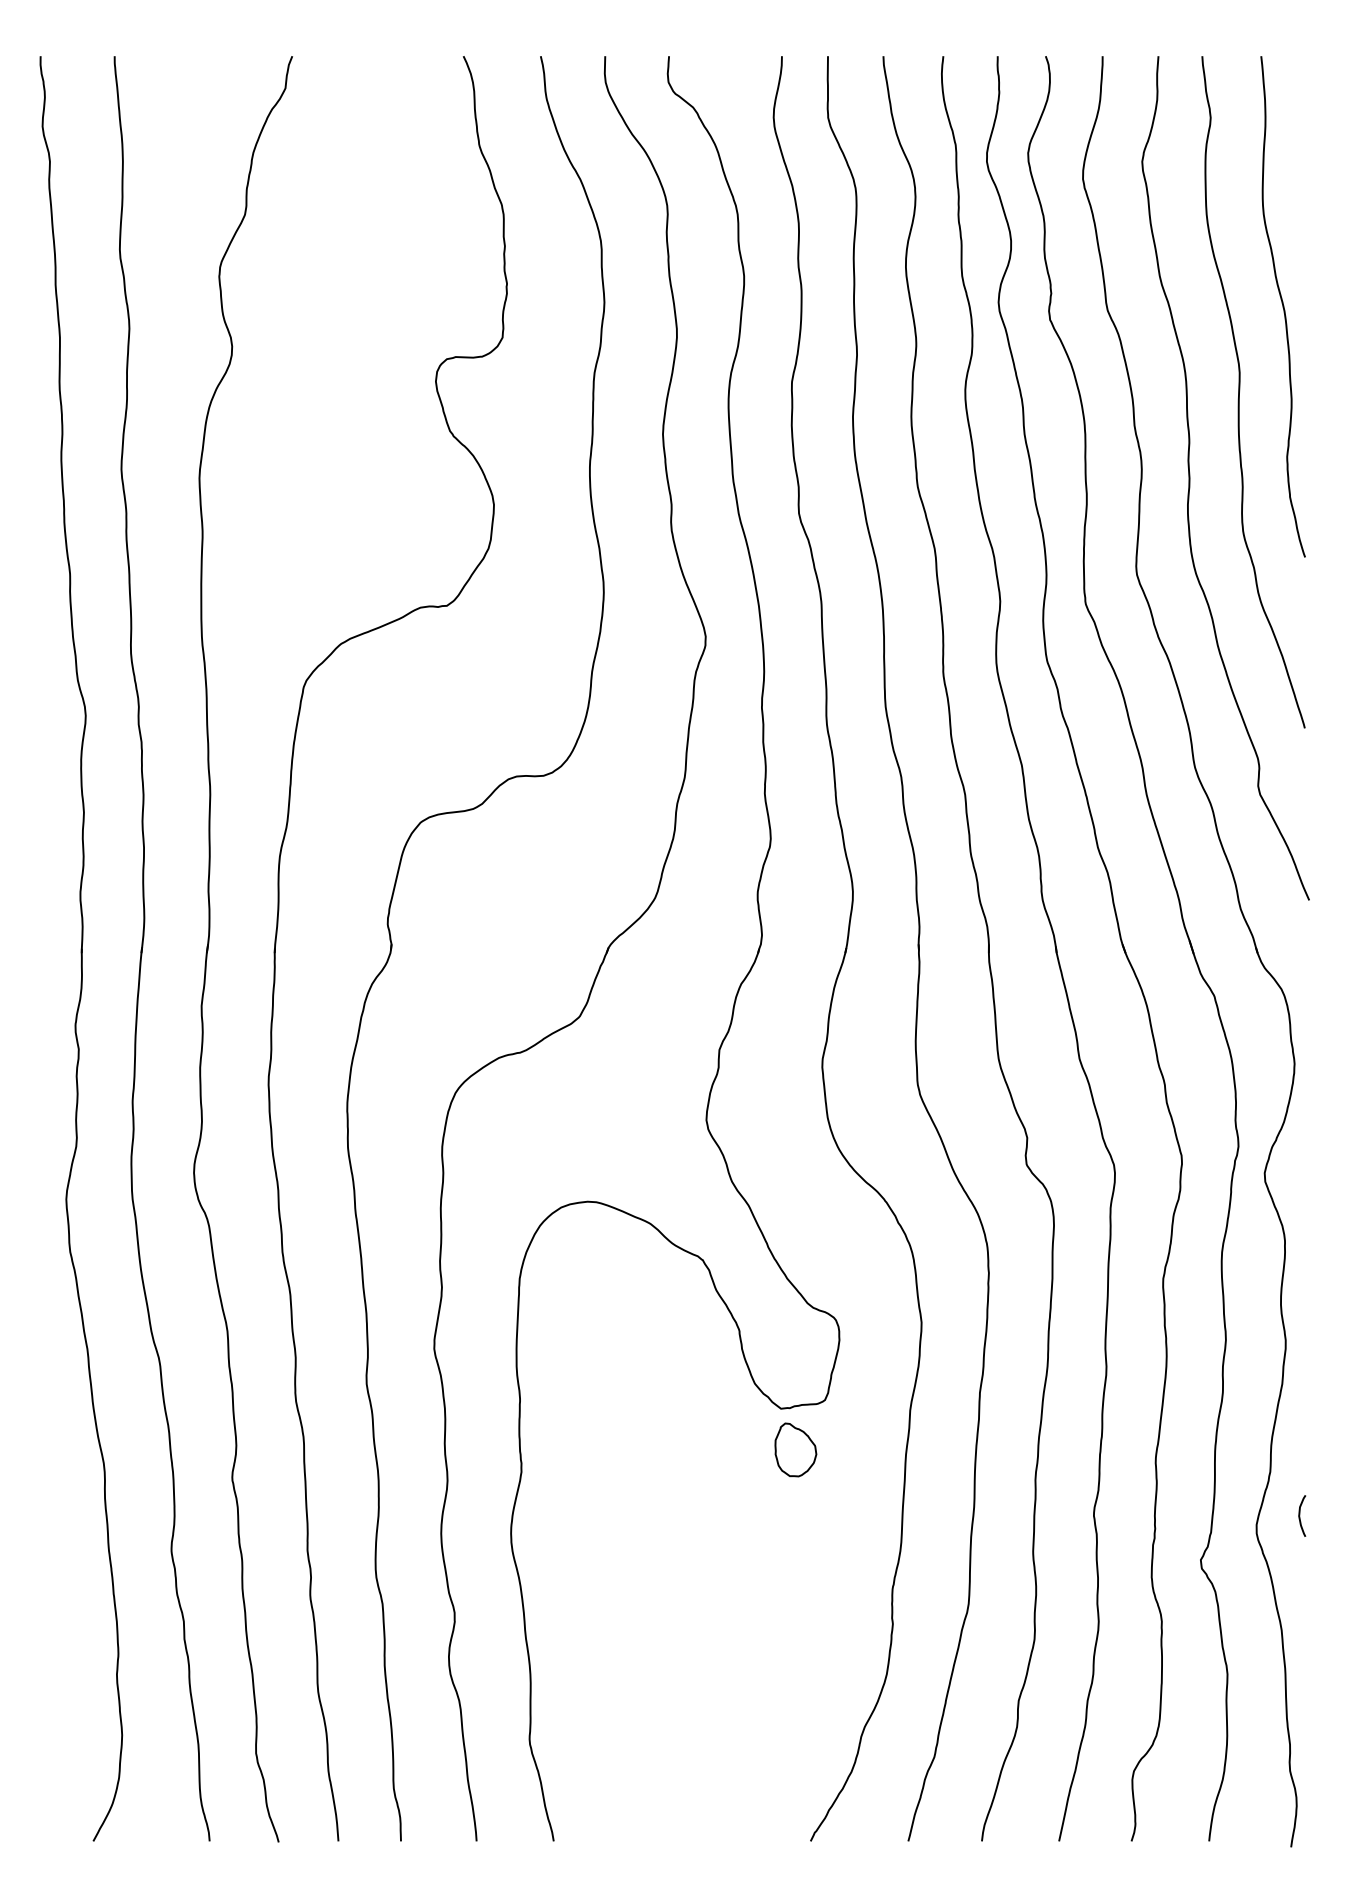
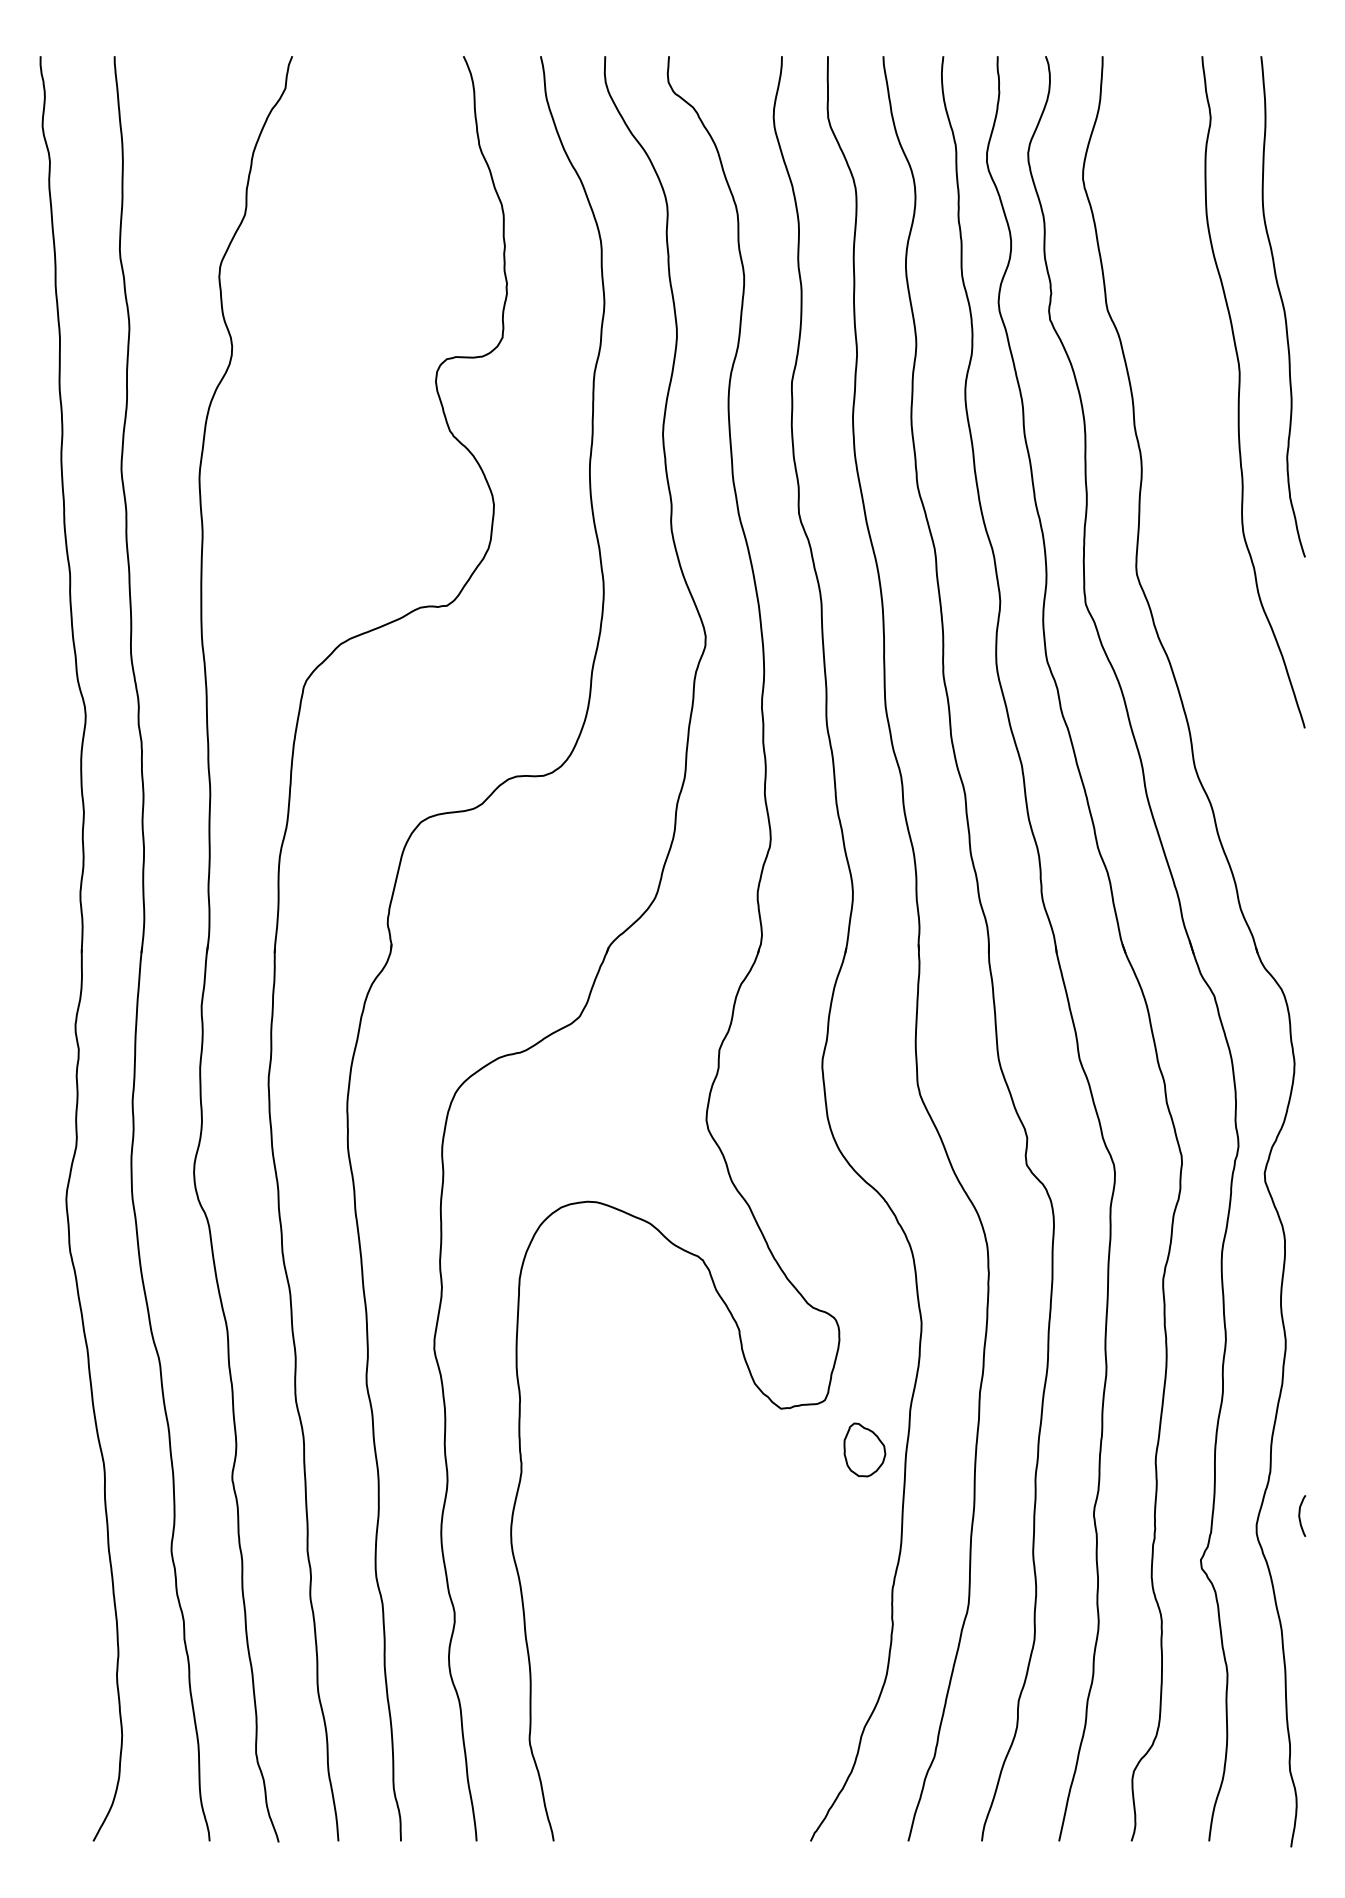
curve at (1190, 478): present -> none
part at (795, 1449) position: (795, 1449) -> (864, 1449)
